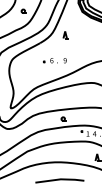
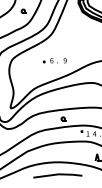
part at (65, 35): present -> none
line at (59, 180) position: (59, 180) -> (57, 175)
